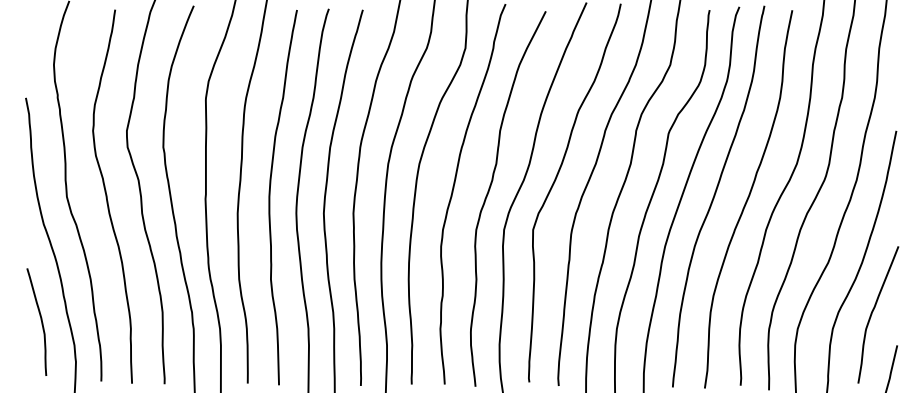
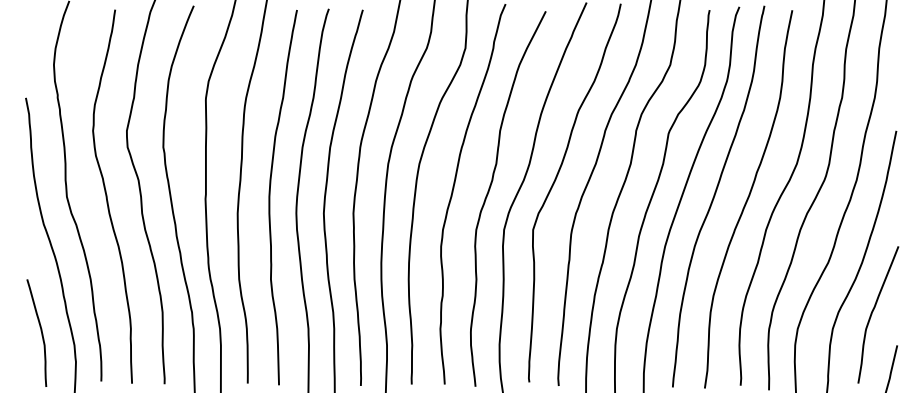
curve at (40, 320) position: (40, 320) -> (40, 331)
